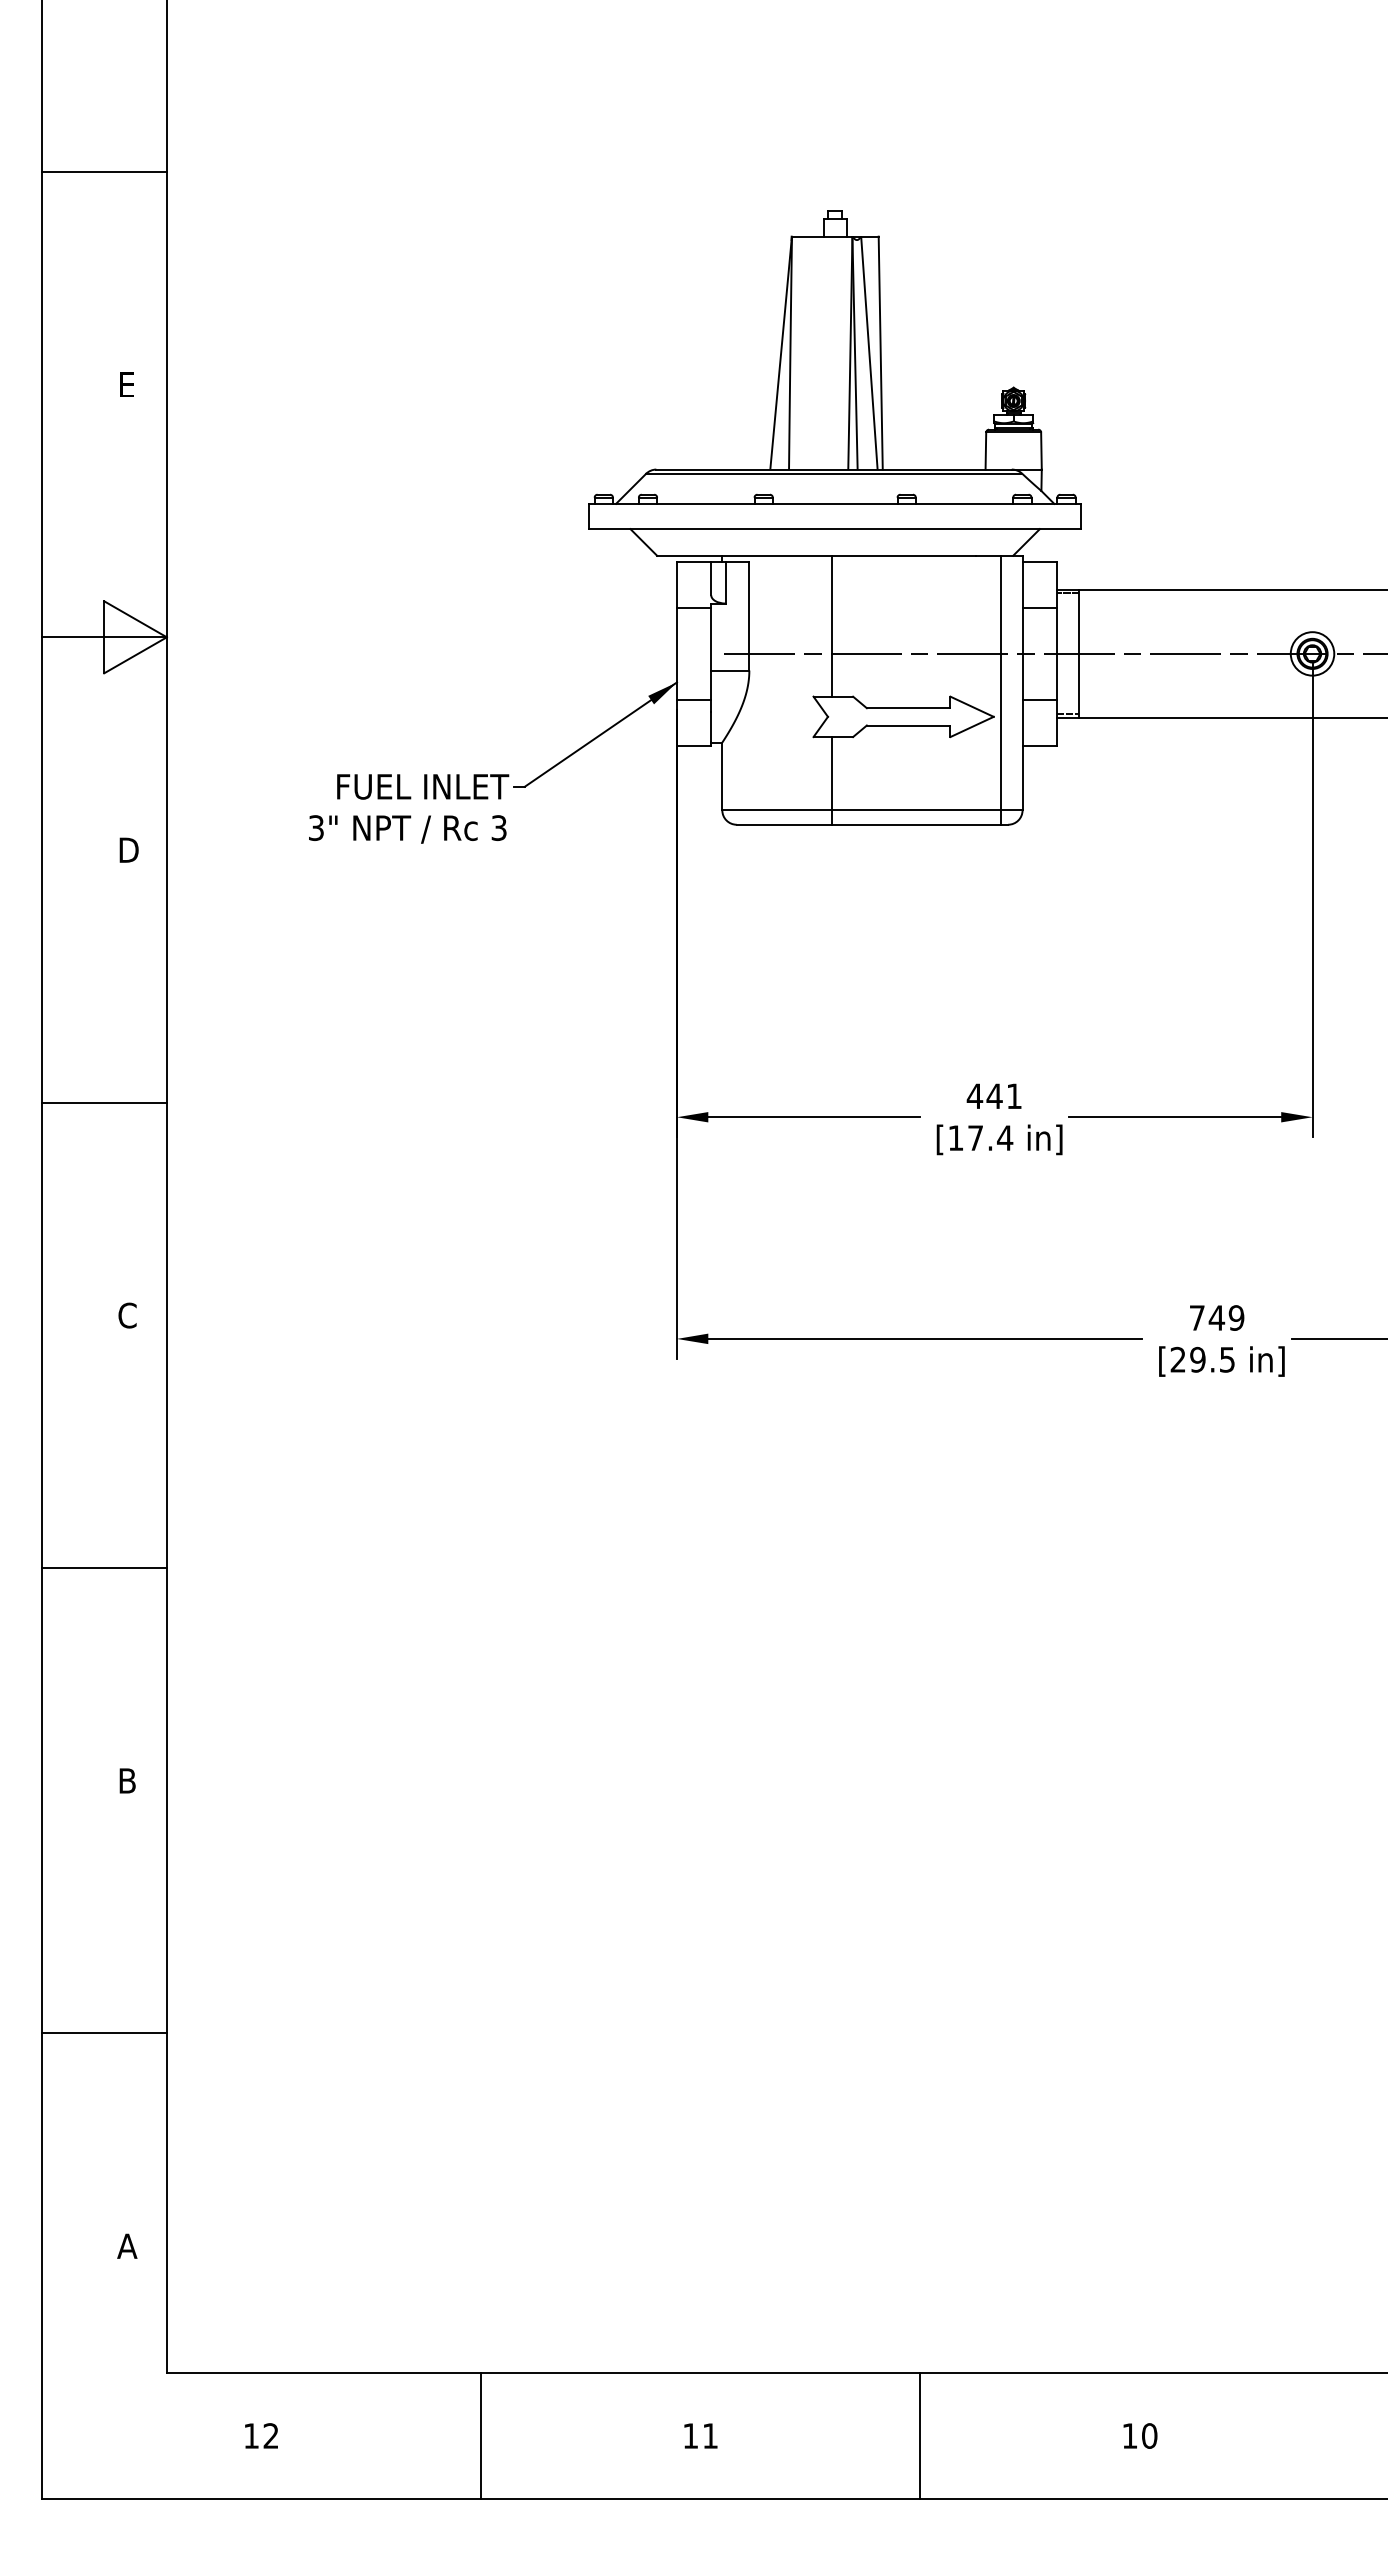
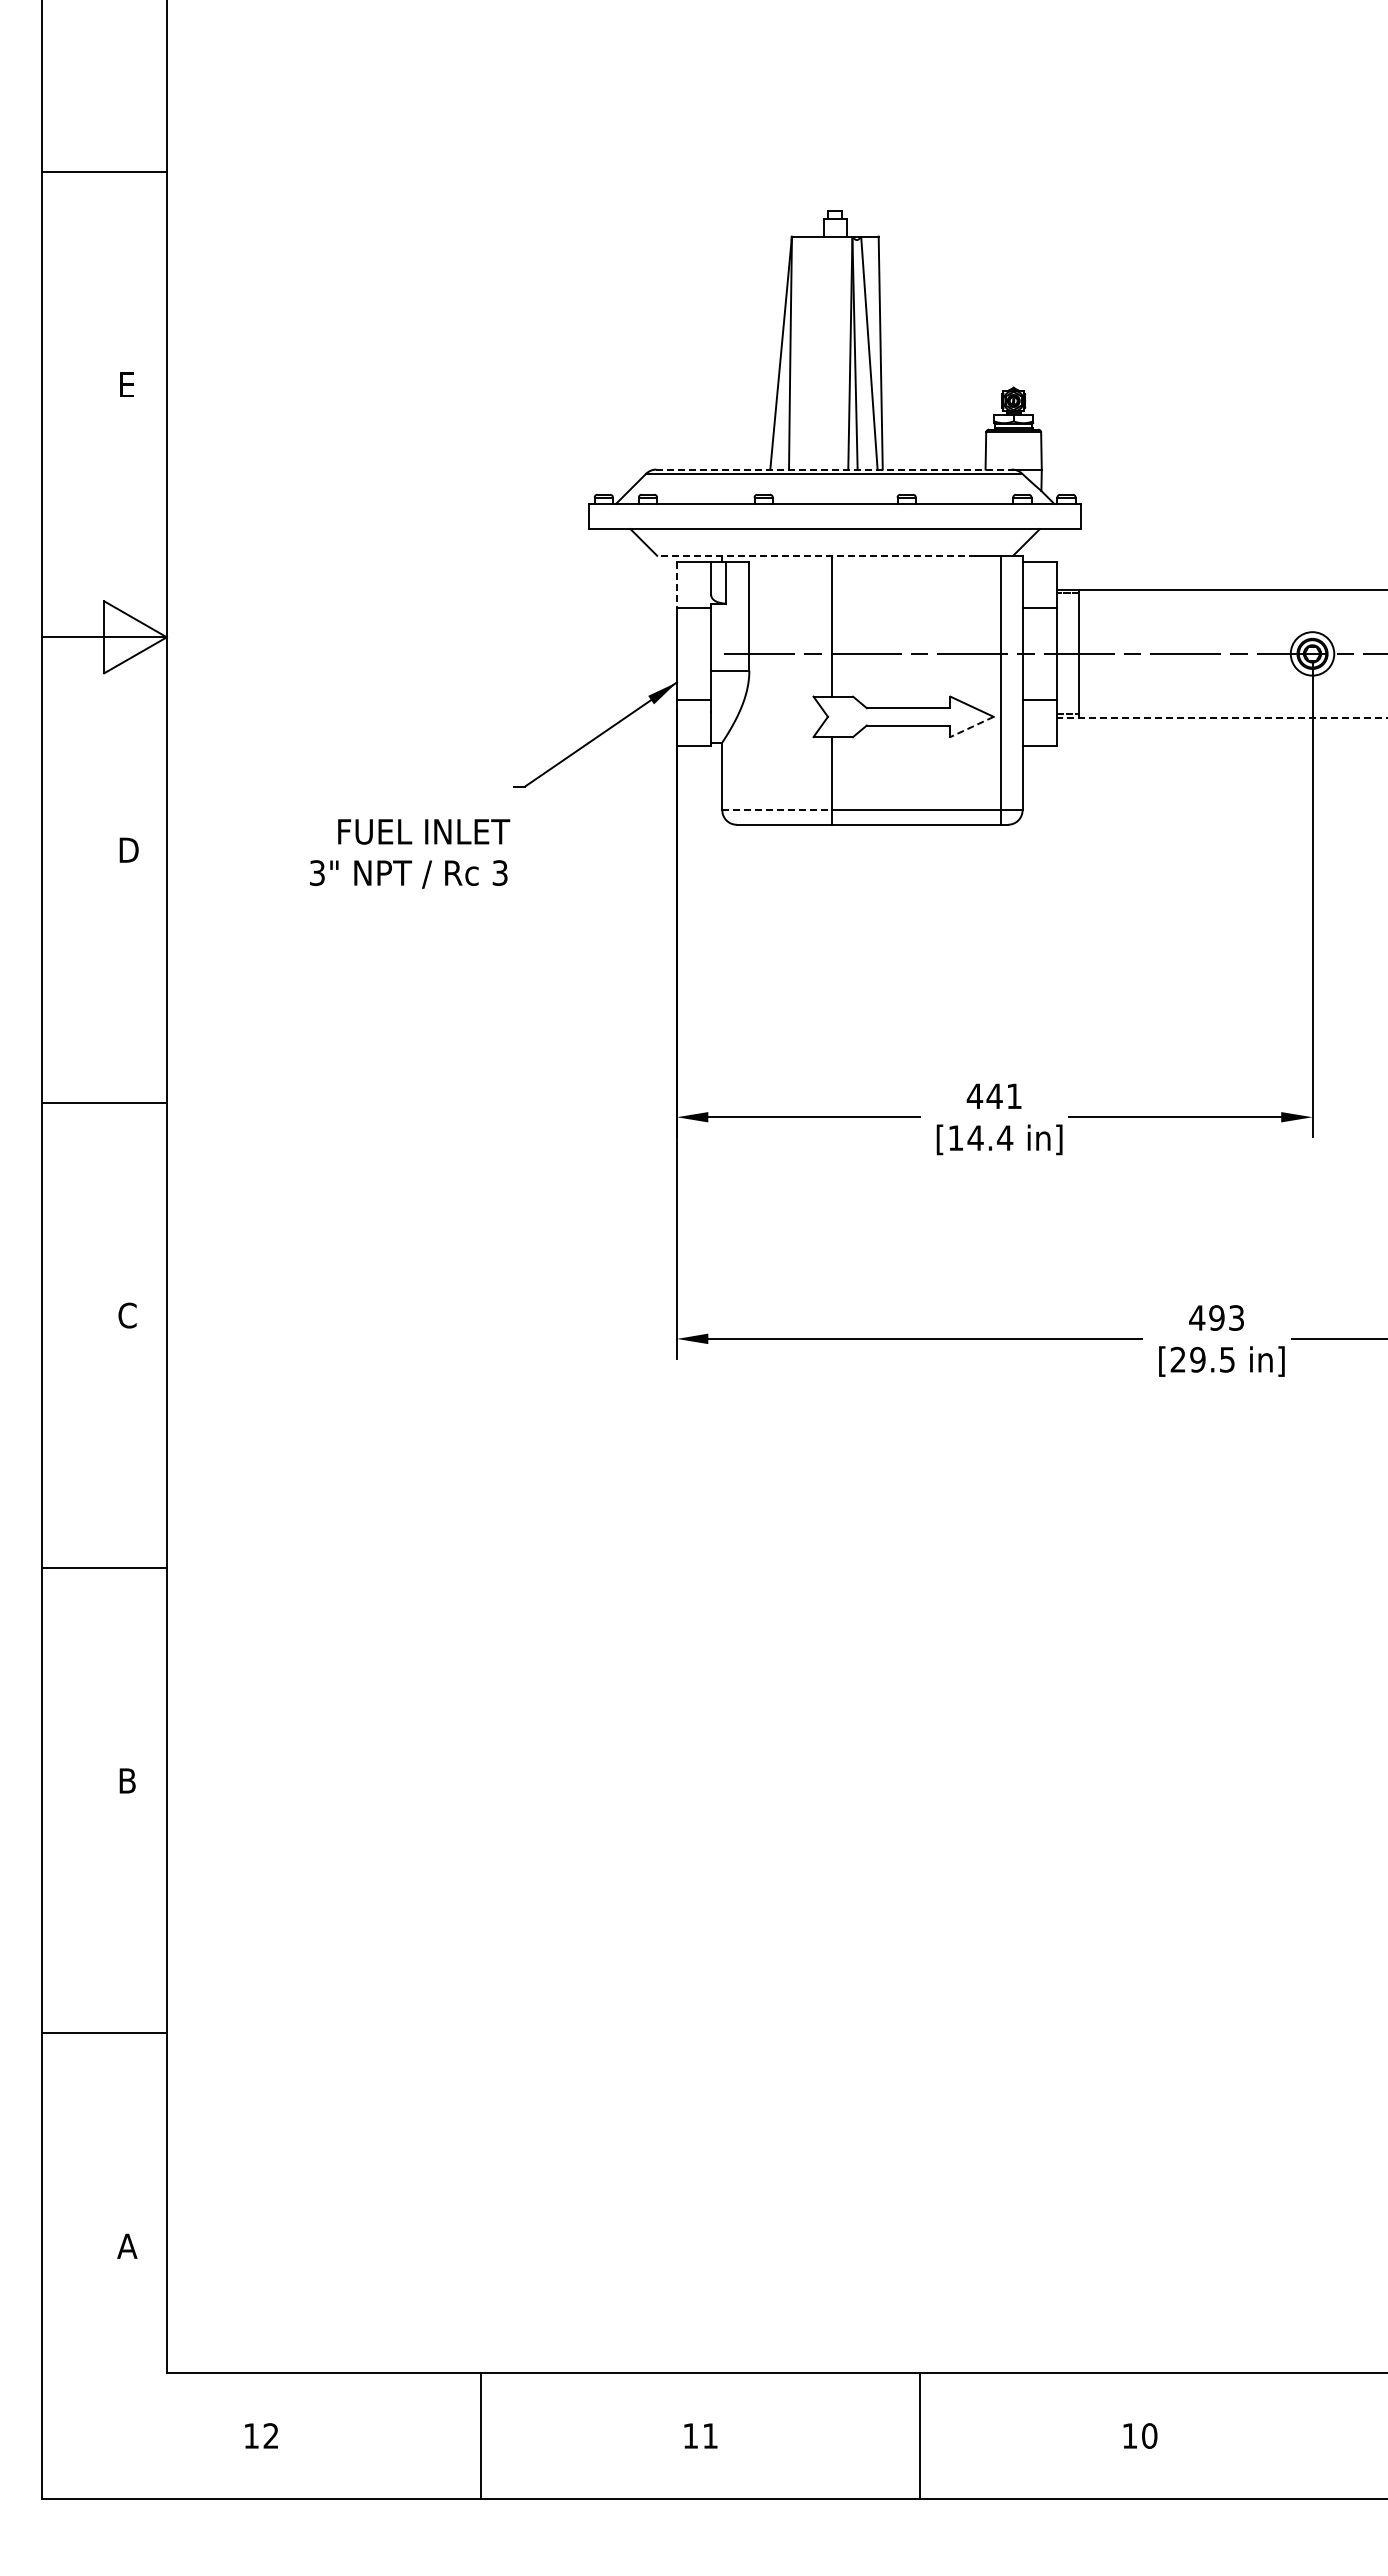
line at (834, 469): solid -> dashed
line at (815, 555): solid -> dashed
line at (676, 584): solid -> dashed
line at (1221, 717): solid -> dashed
line at (972, 726): solid -> dashed
text at (409, 808) position: (409, 808) -> (410, 853)
line at (777, 810): solid -> dashed
text at (975, 1137): [17.4 -> [14.4
text at (1216, 1317): 749 -> 493
